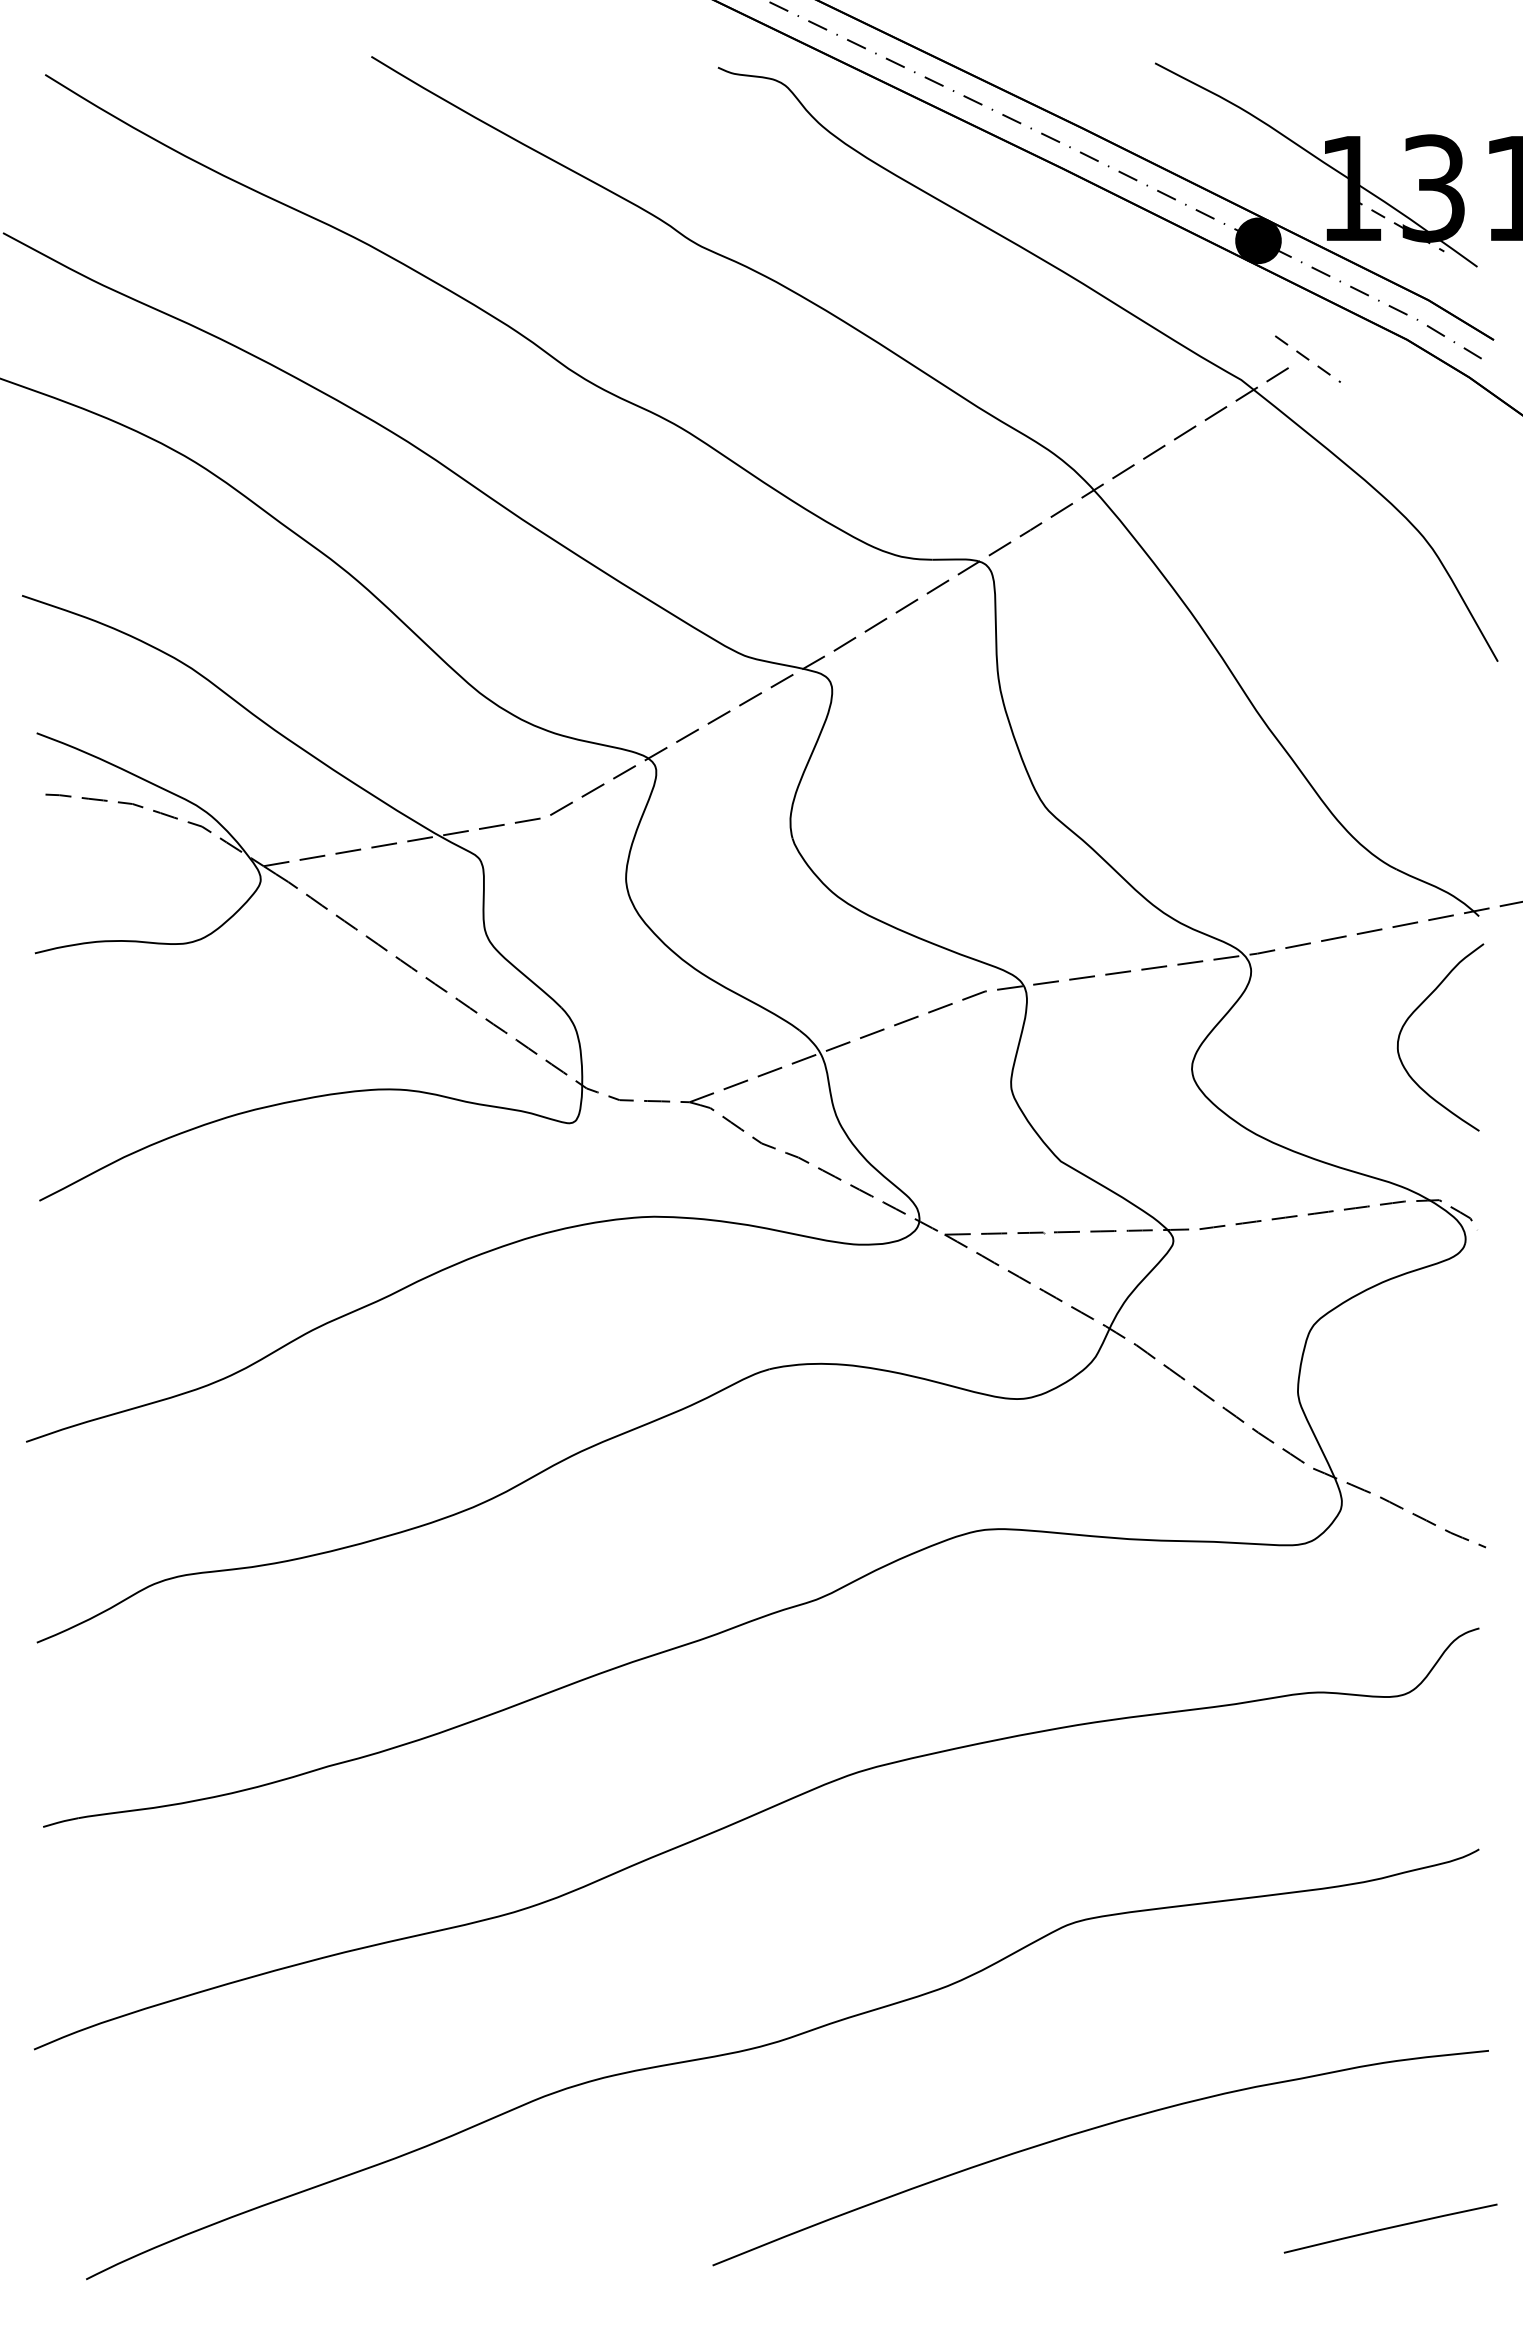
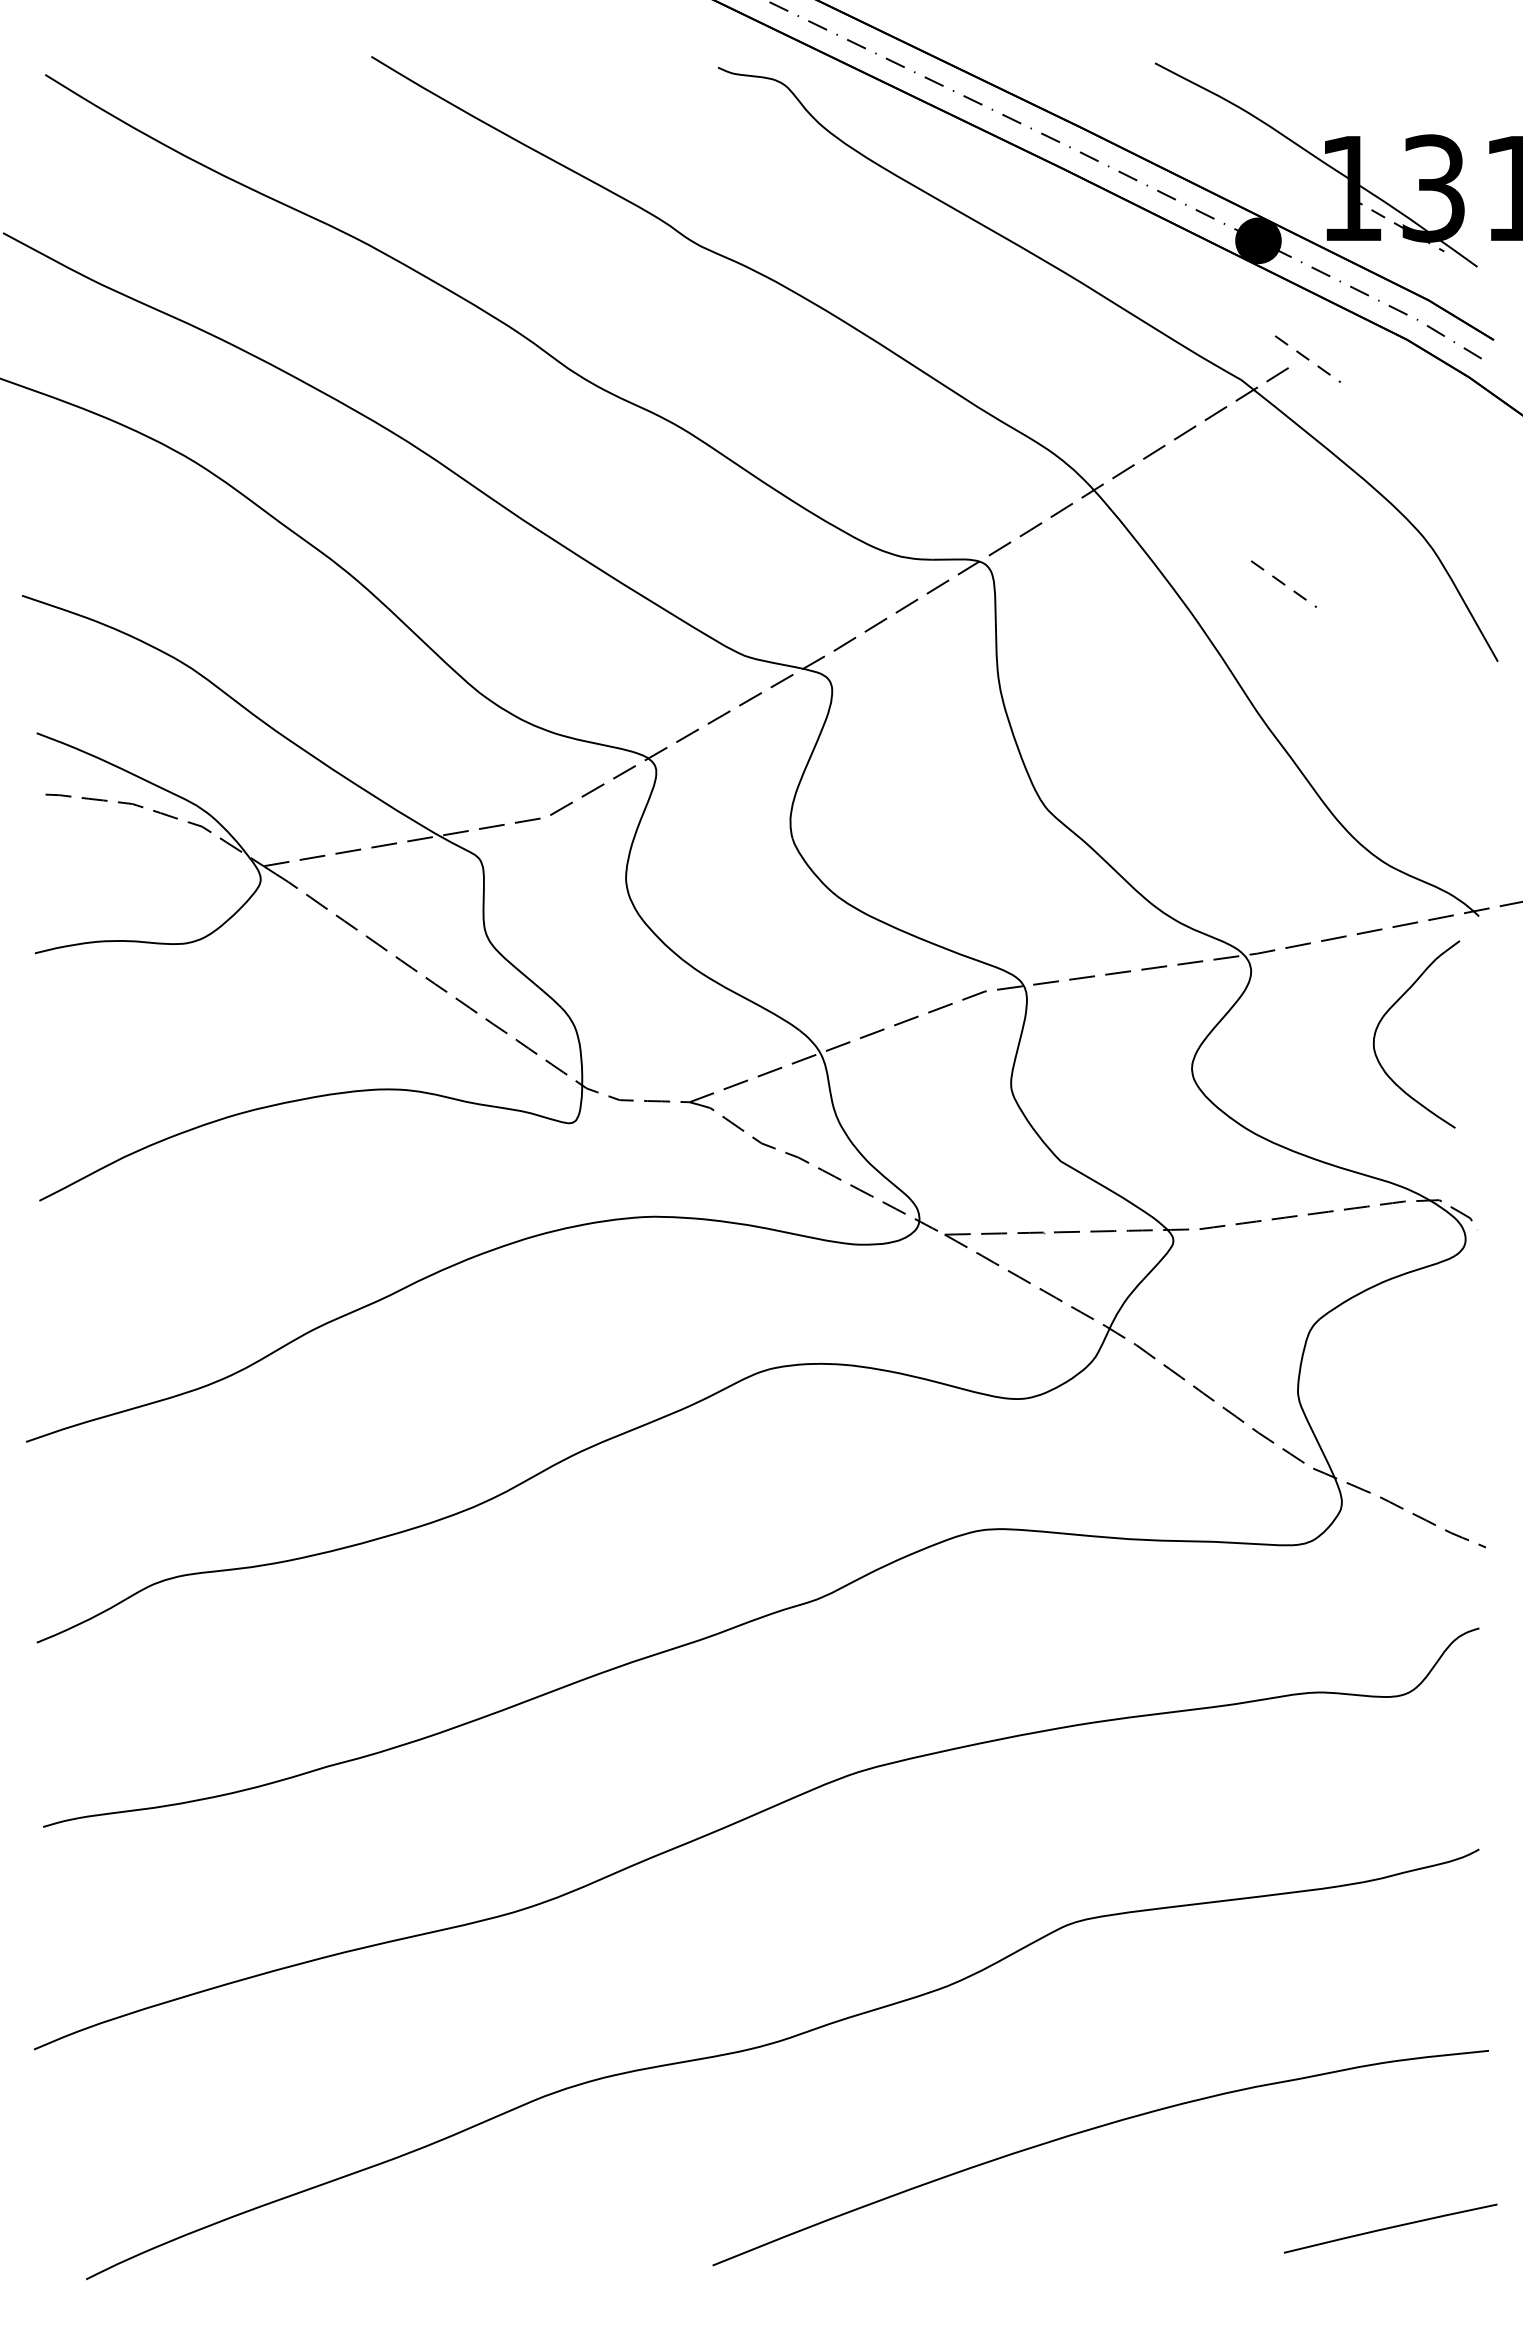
line at (1283, 583): none -> present
curve at (1411, 1016) position: (1411, 1016) -> (1387, 1013)
